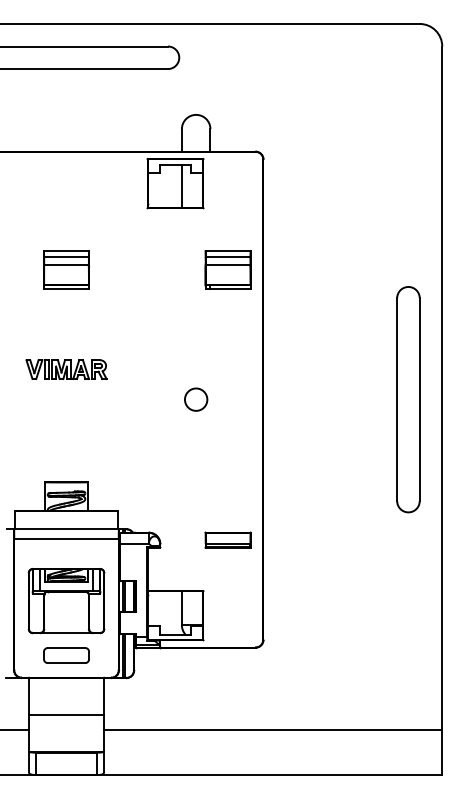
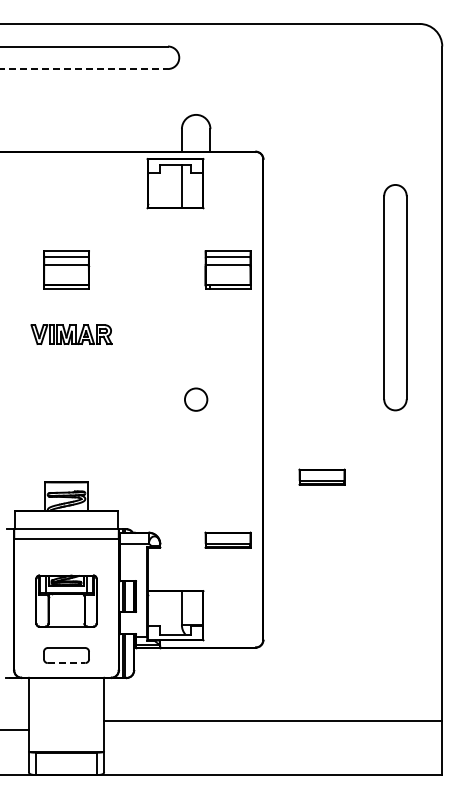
line at (84, 69): solid -> dashed
part at (66, 369) position: (66, 369) -> (71, 334)
part at (408, 399) position: (408, 399) -> (395, 297)
part at (321, 476): none -> present
part at (66, 601) size: 79x67 px -> 63x54 px
line at (66, 663): solid -> dashed
line at (66, 715): present -> none
line at (273, 730) position: (273, 730) -> (273, 721)
